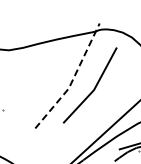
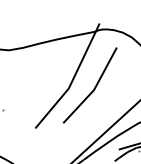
line at (73, 79): dashed -> solid
